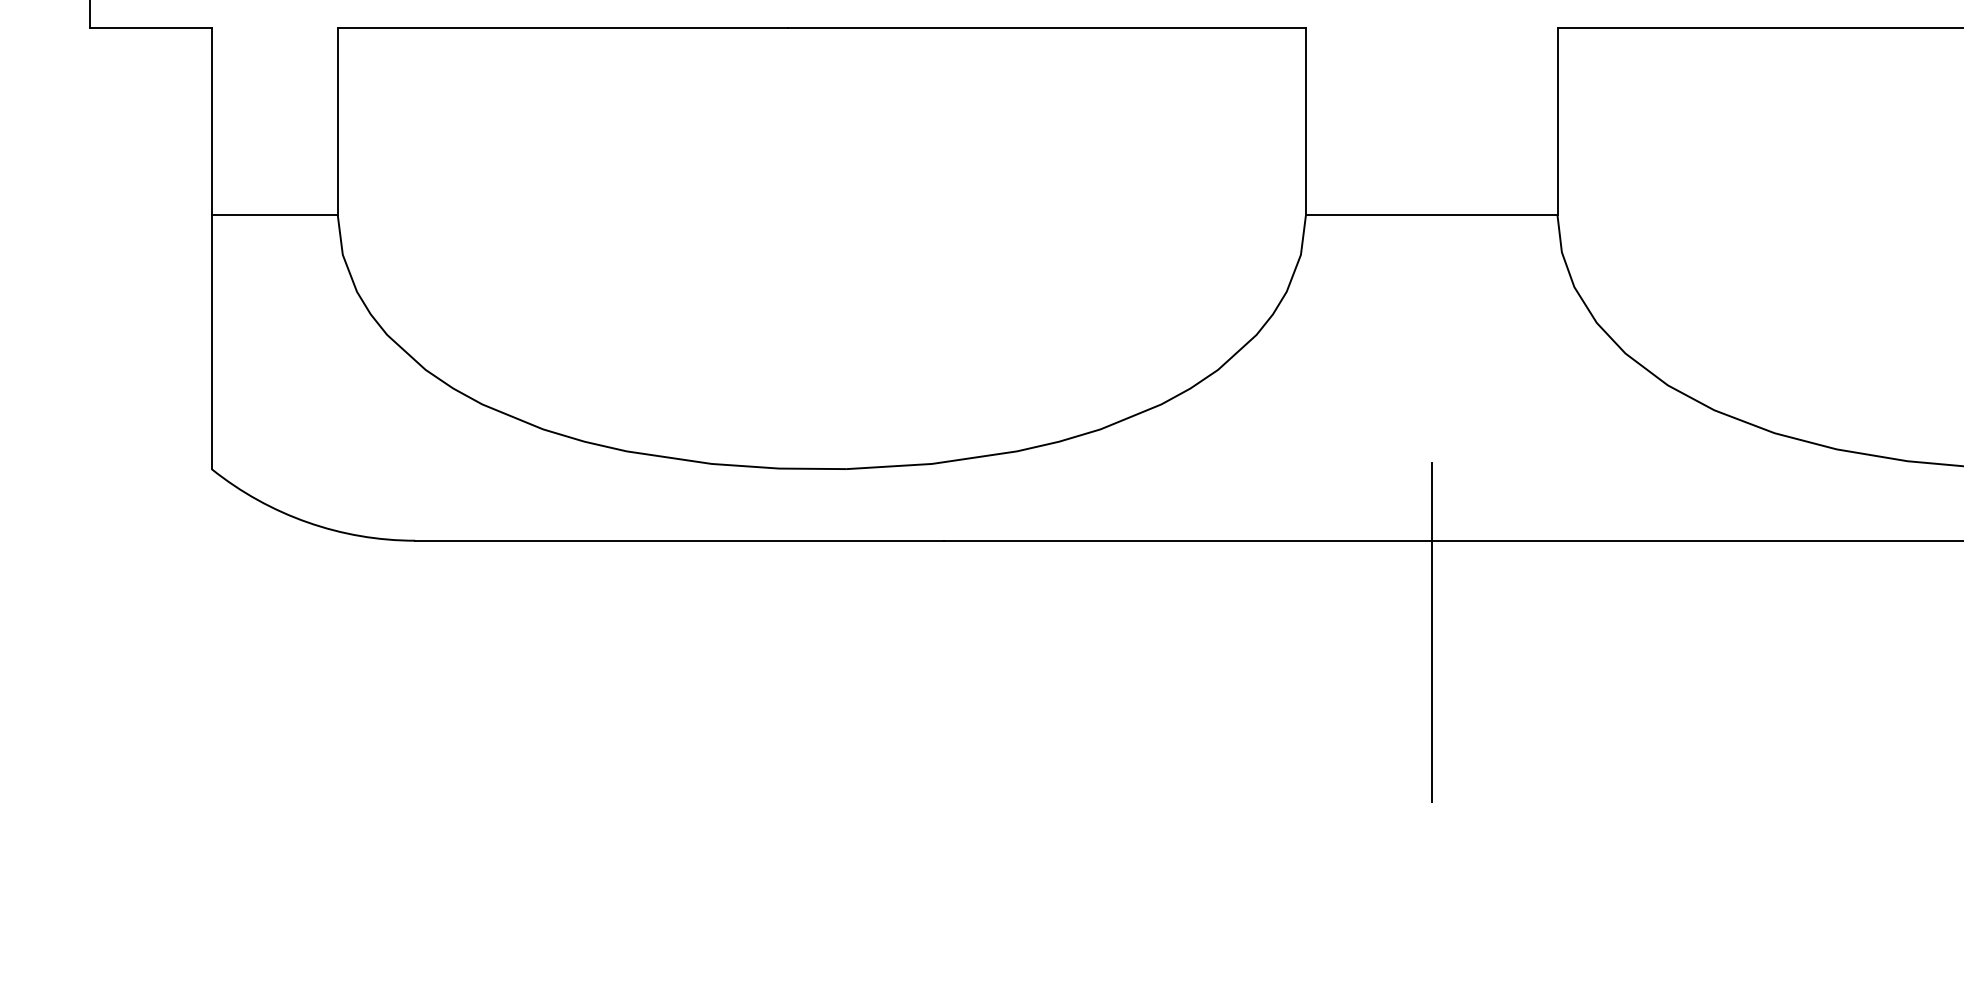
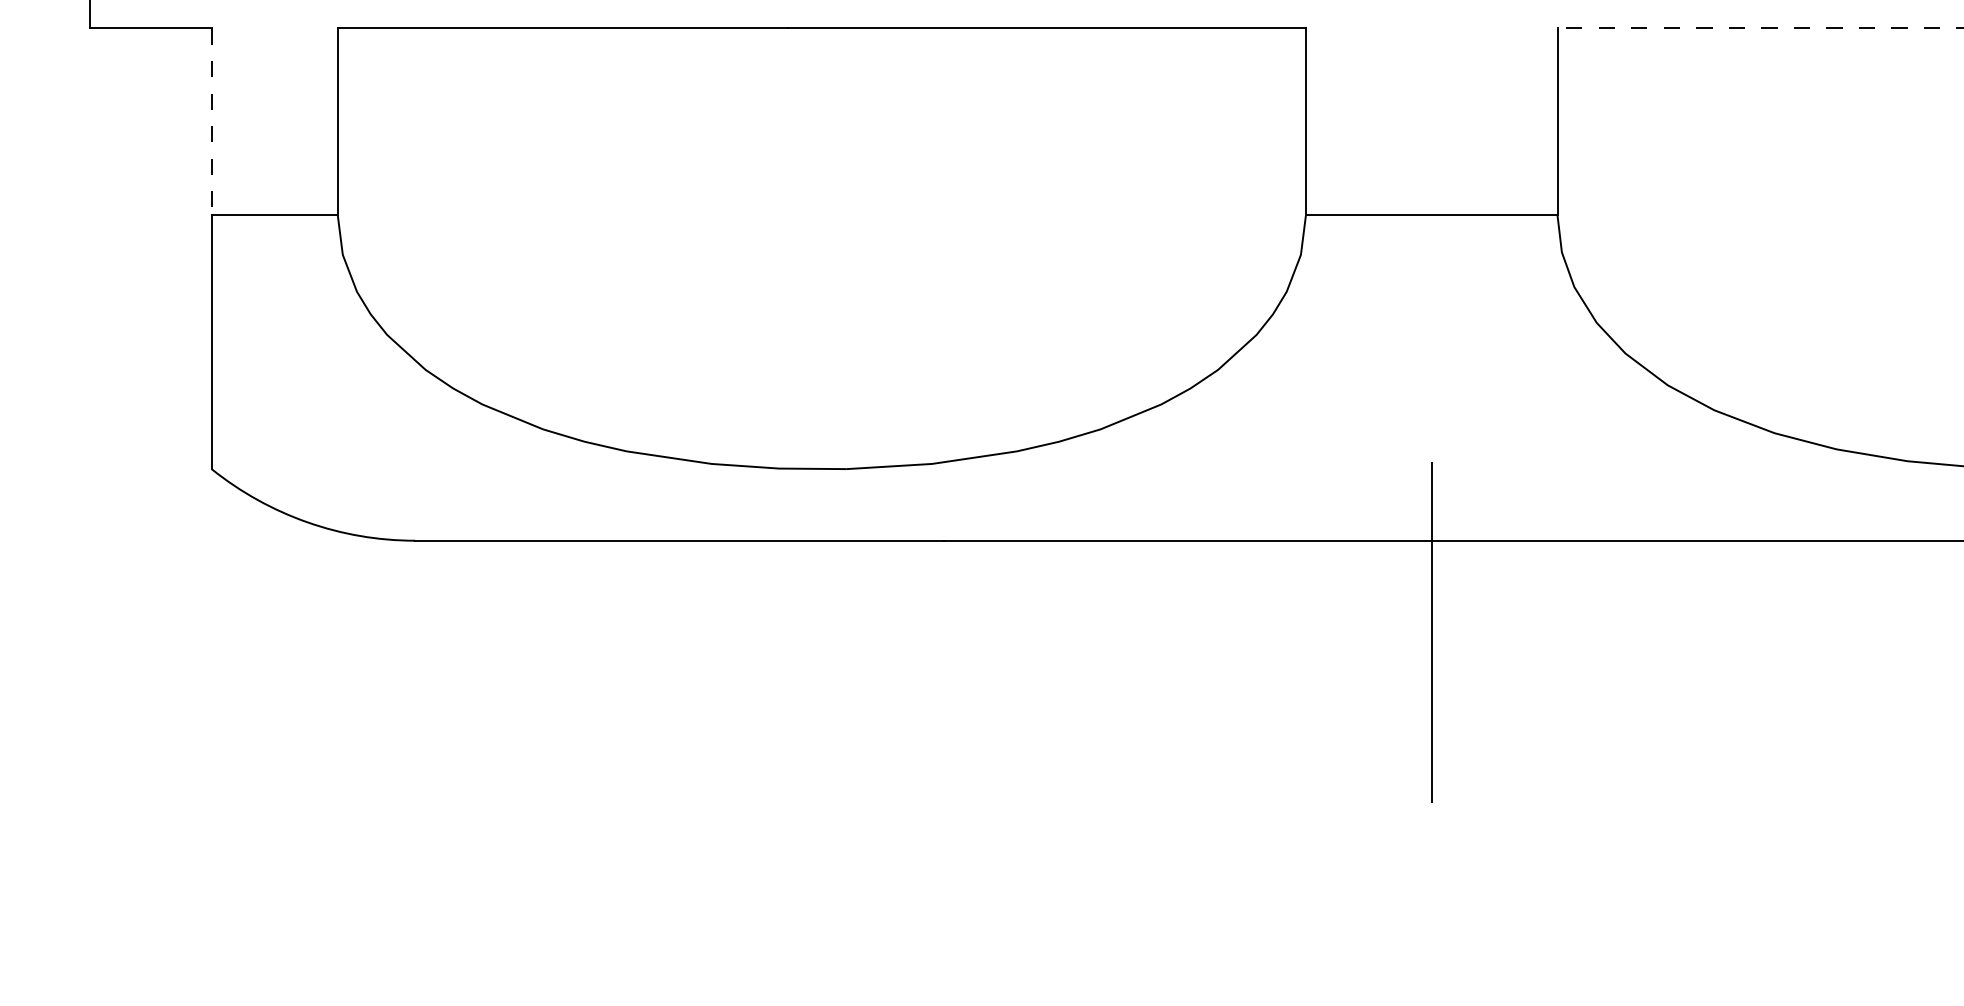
line at (1760, 28): solid -> dashed
line at (212, 121): solid -> dashed
